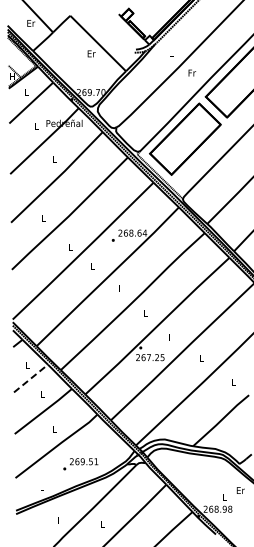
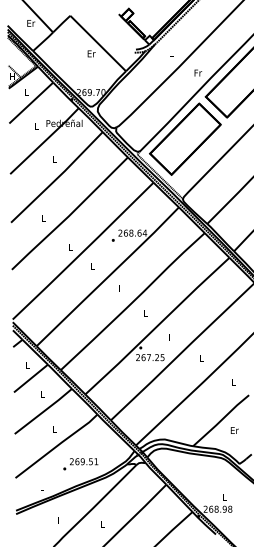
text at (192, 72) position: (192, 72) -> (198, 72)
line at (31, 378): dashed -> solid
text at (240, 490) position: (240, 490) -> (234, 430)
